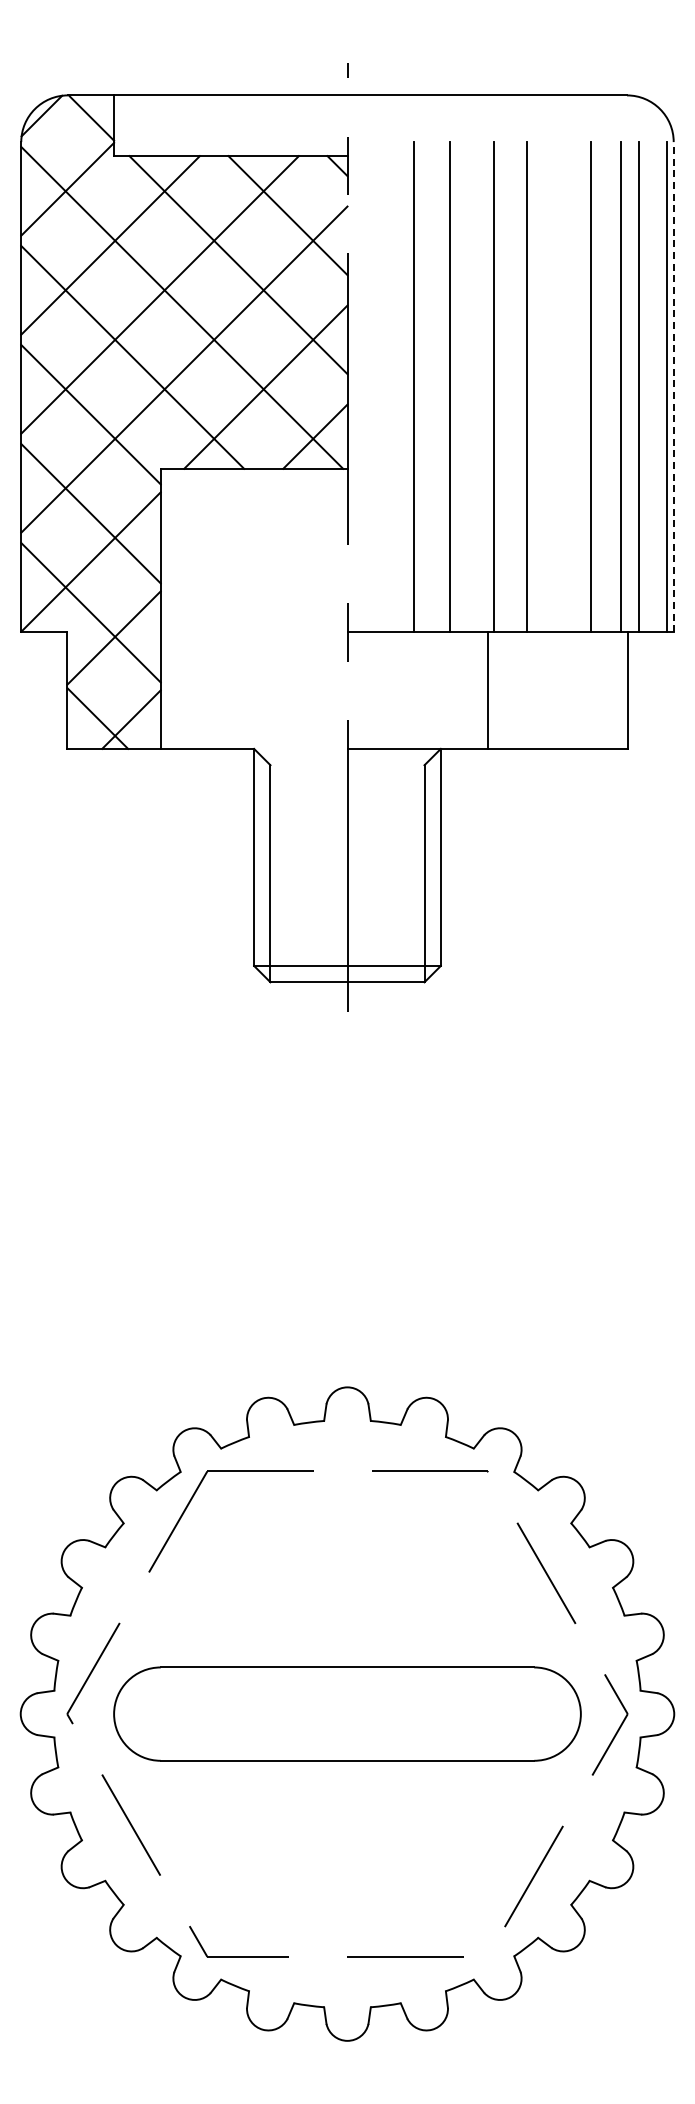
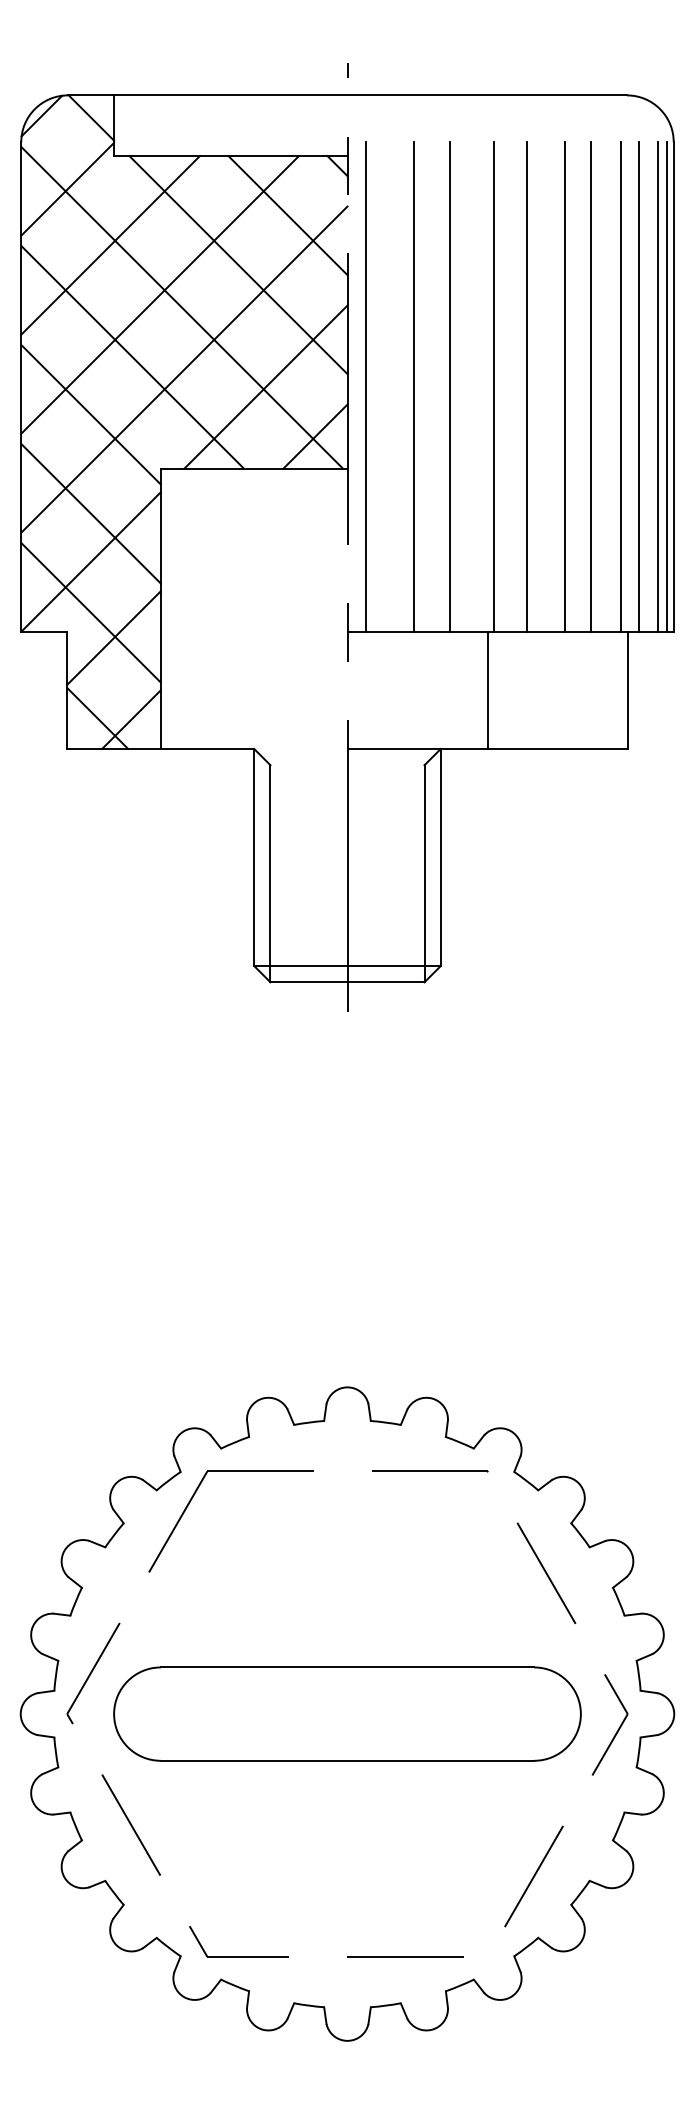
line at (673, 386): dashed -> solid
line at (366, 387): none -> present
line at (564, 387): none -> present
line at (657, 387): none -> present
